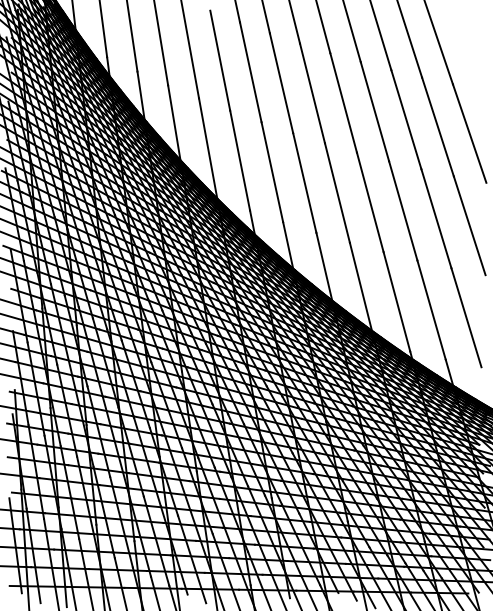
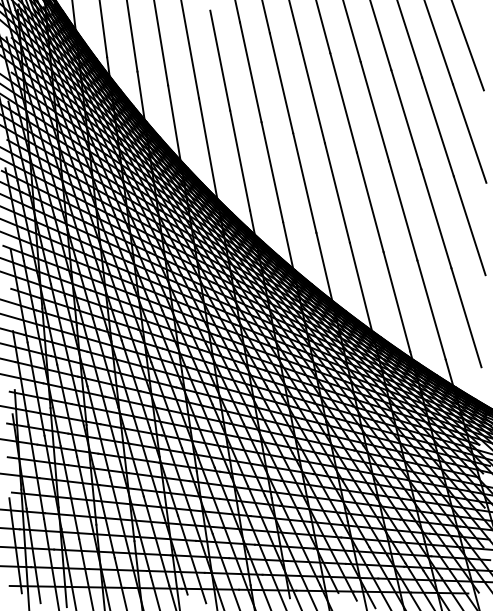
line at (467, 46): none -> present
